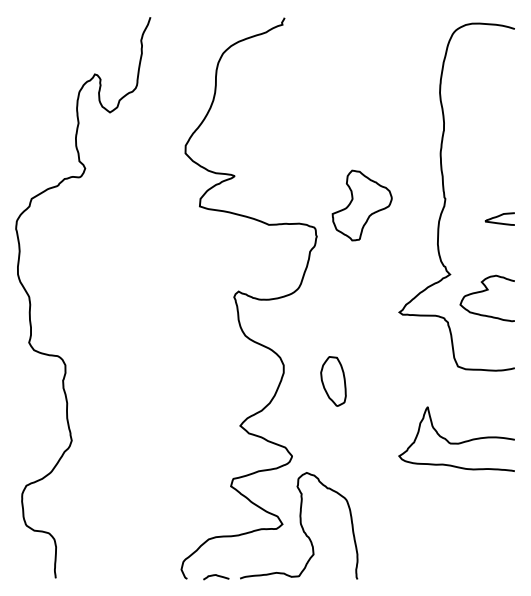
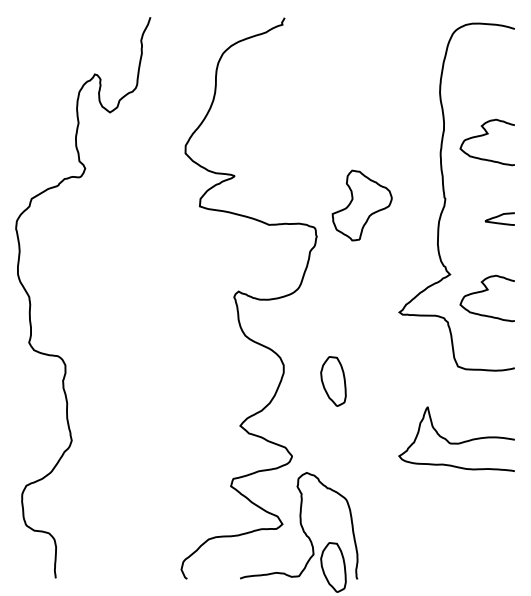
curve at (485, 135): none -> present
part at (333, 567): none -> present
curve at (216, 576): present -> none
